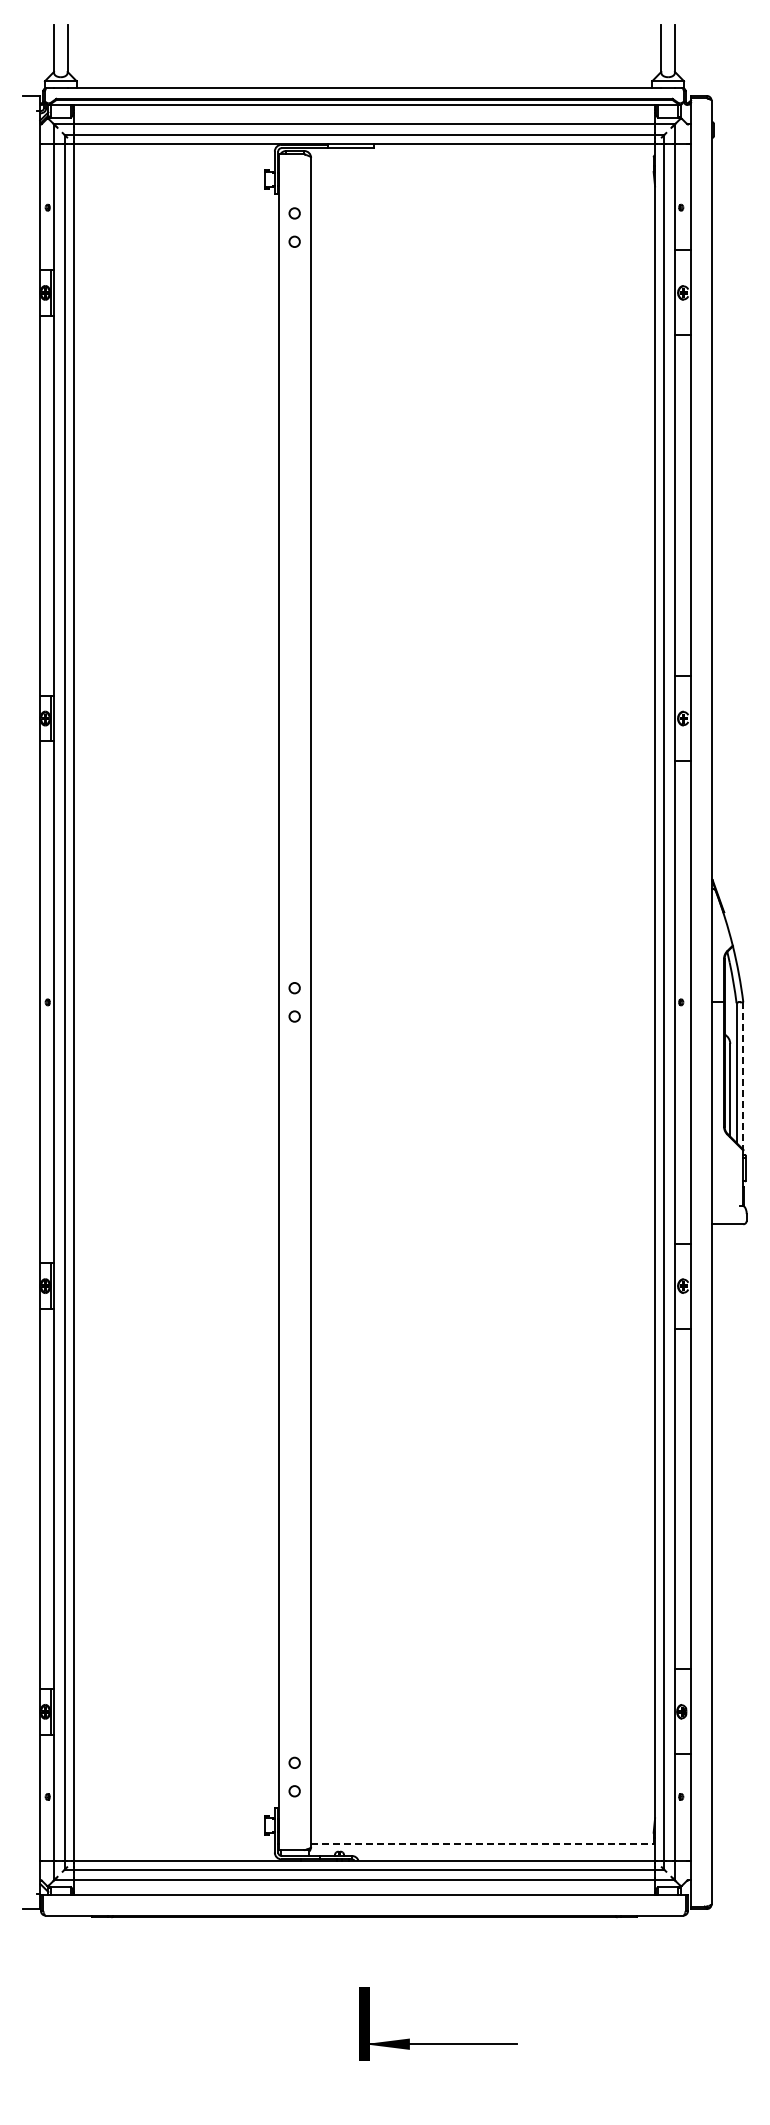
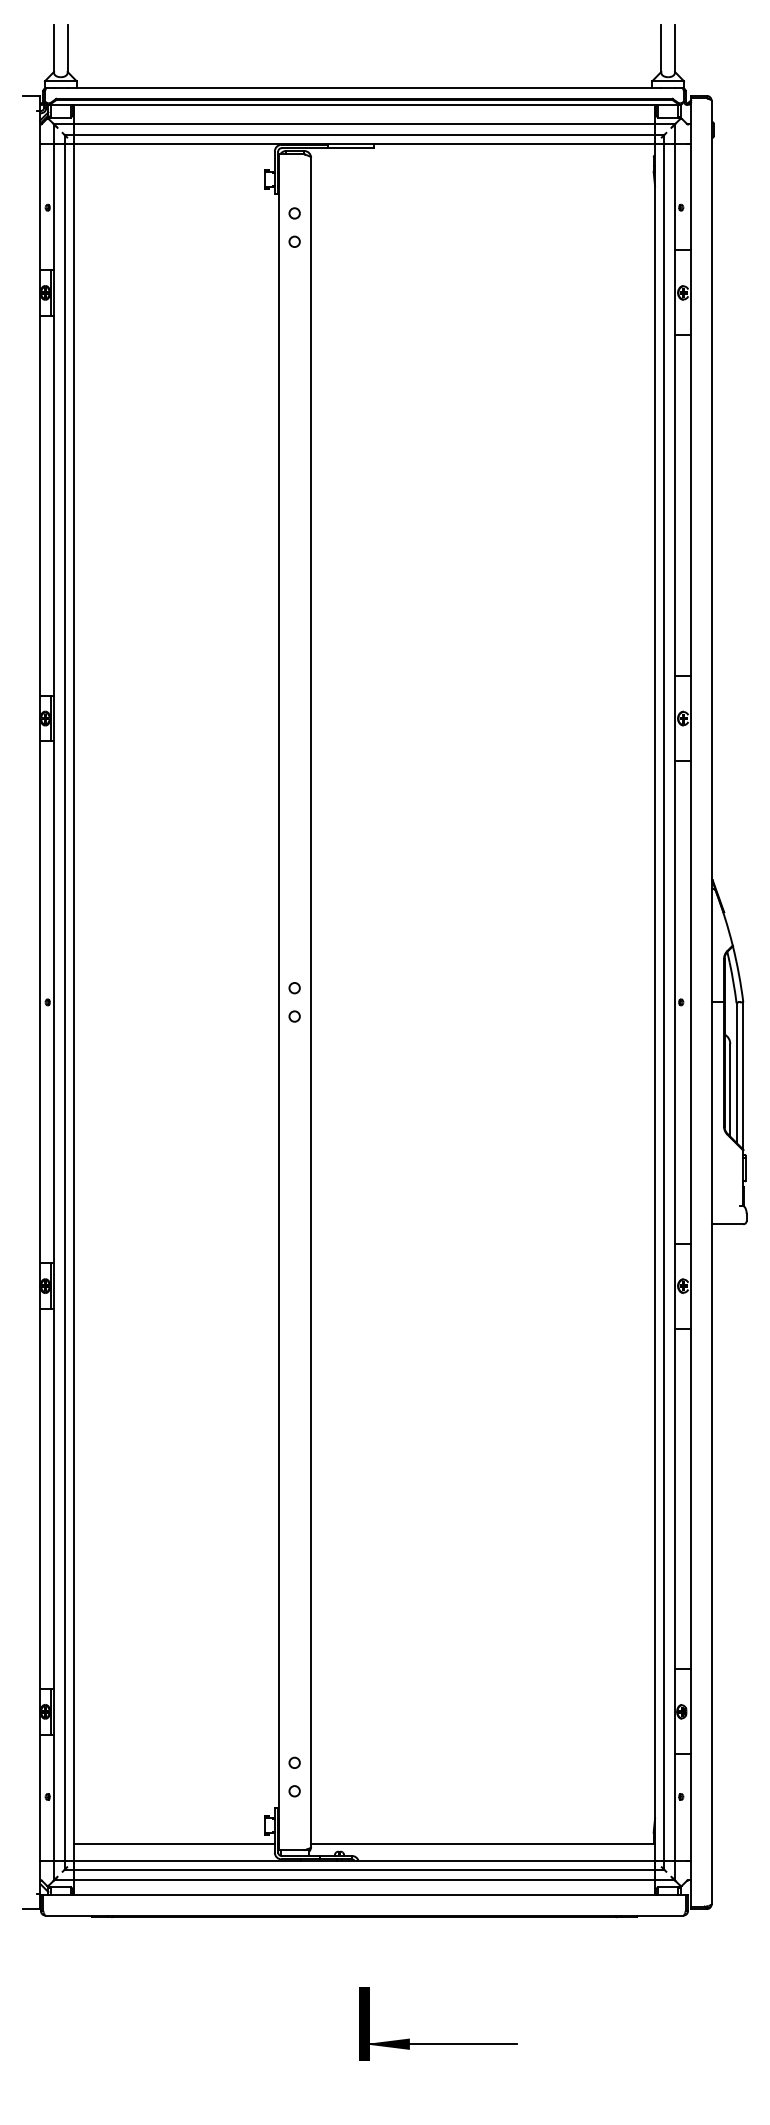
line at (743, 1076): dashed -> solid
line at (173, 1843): none -> present
line at (483, 1843): dashed -> solid
